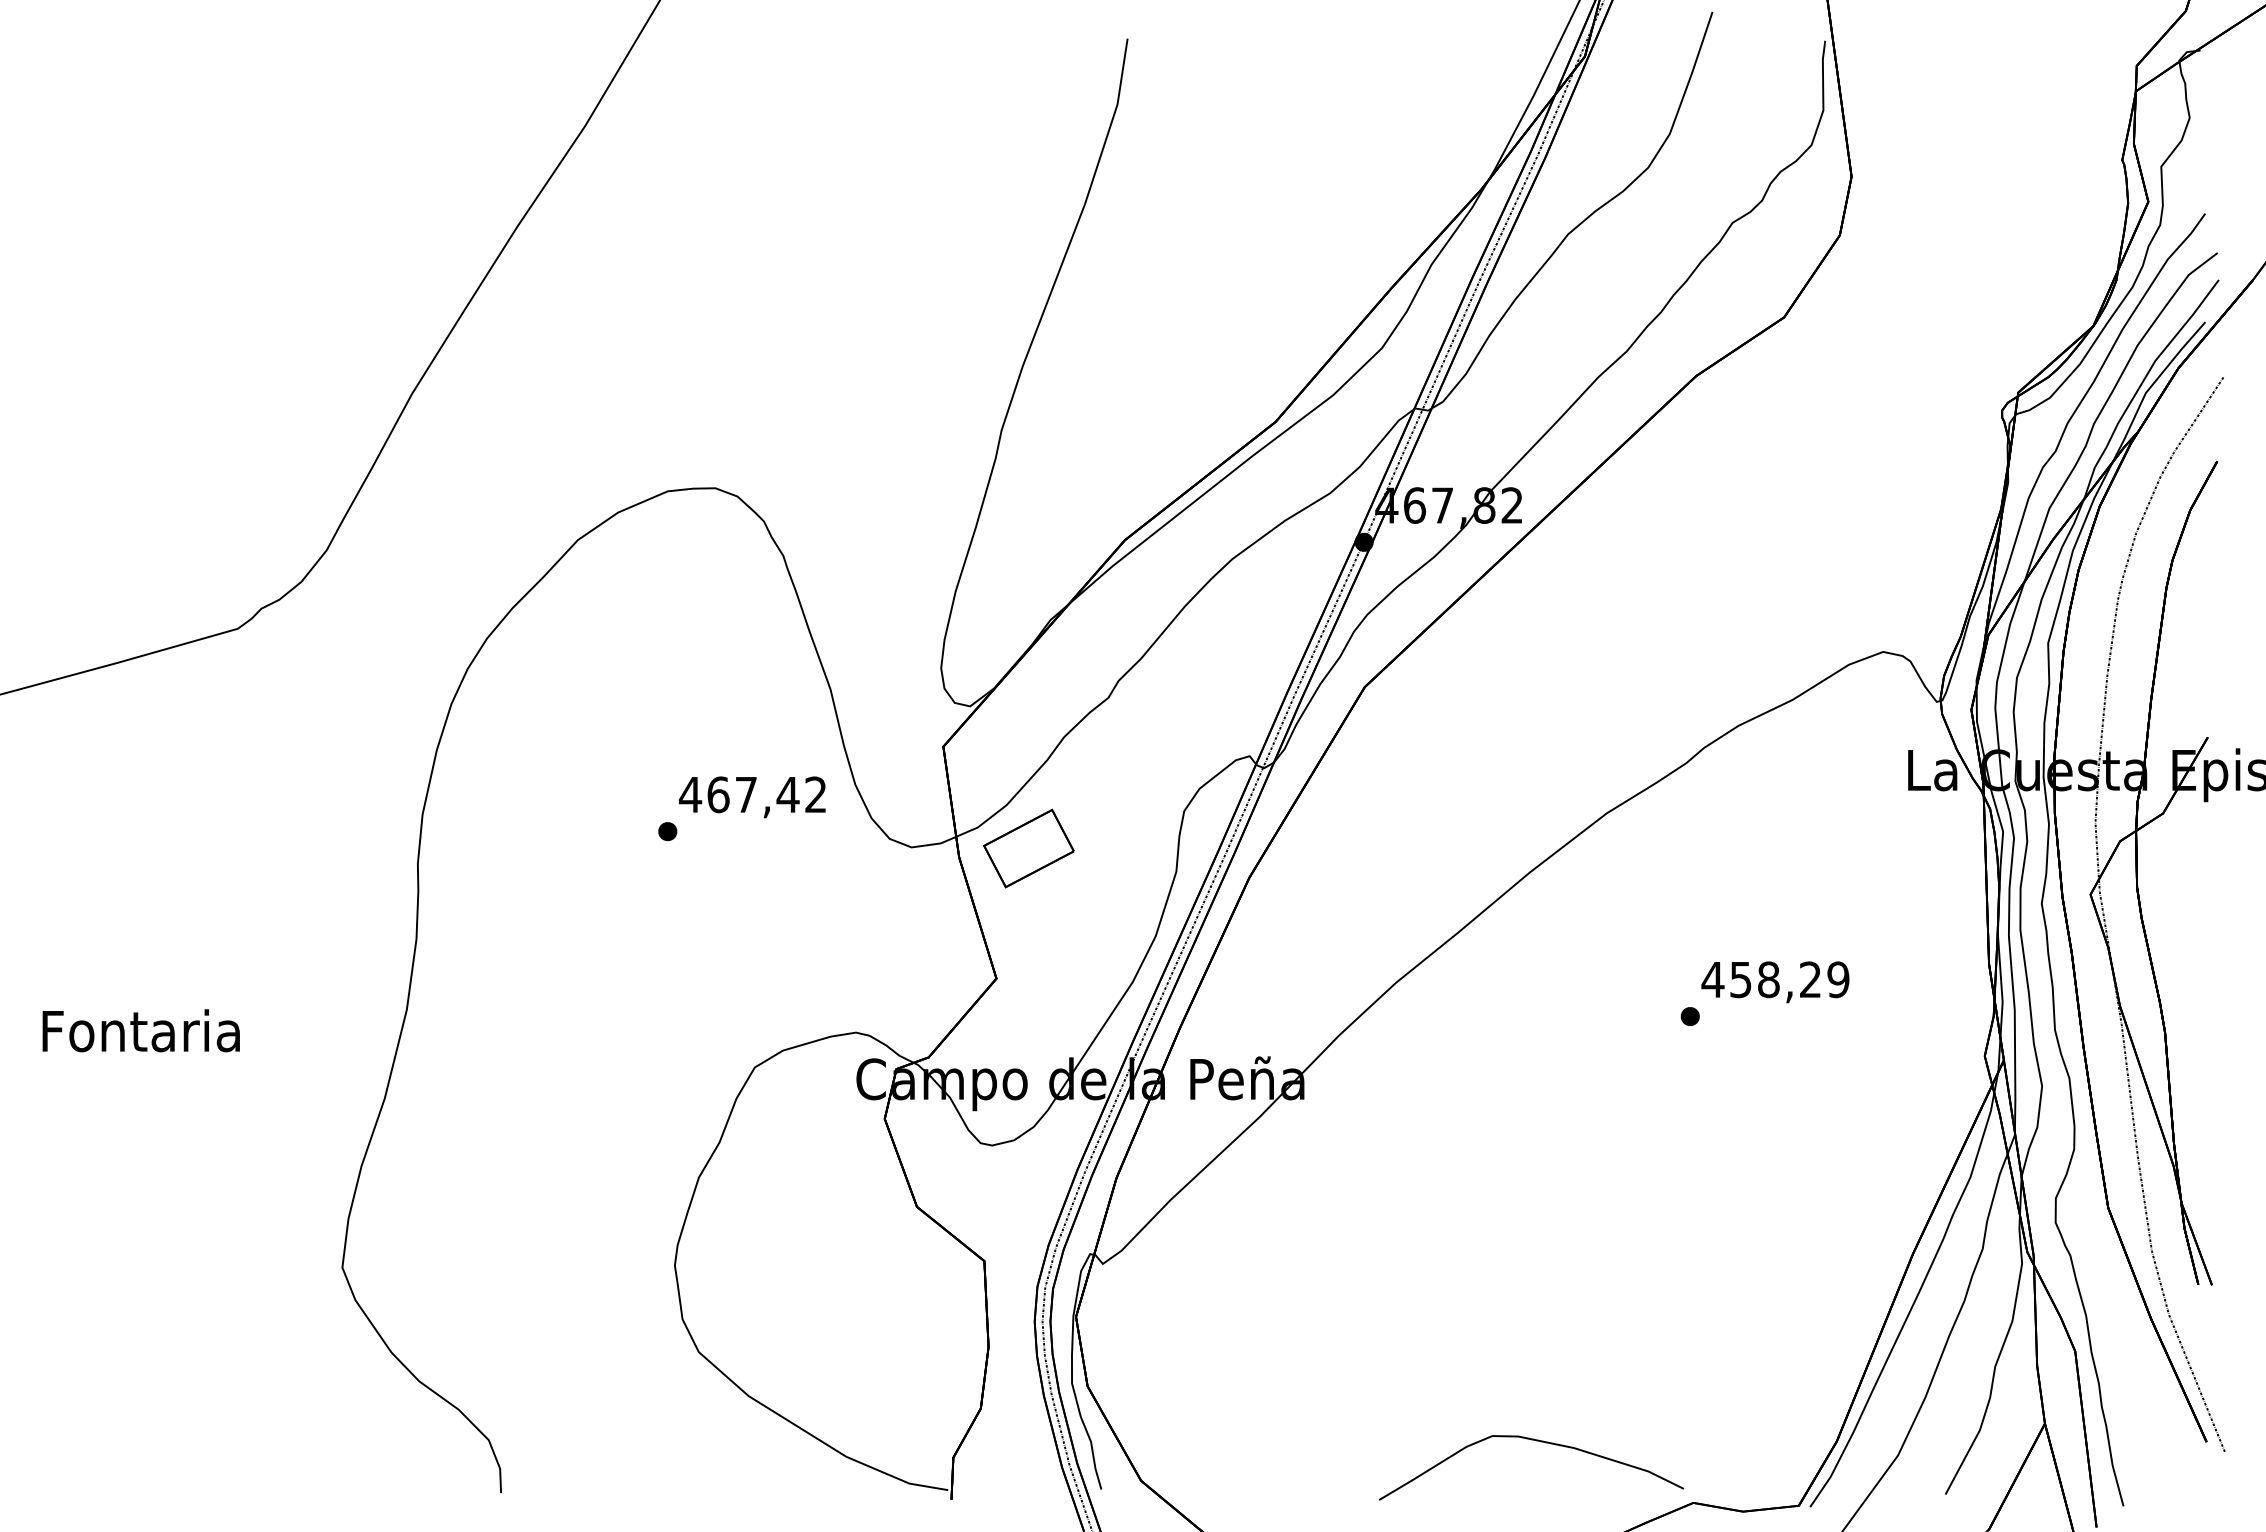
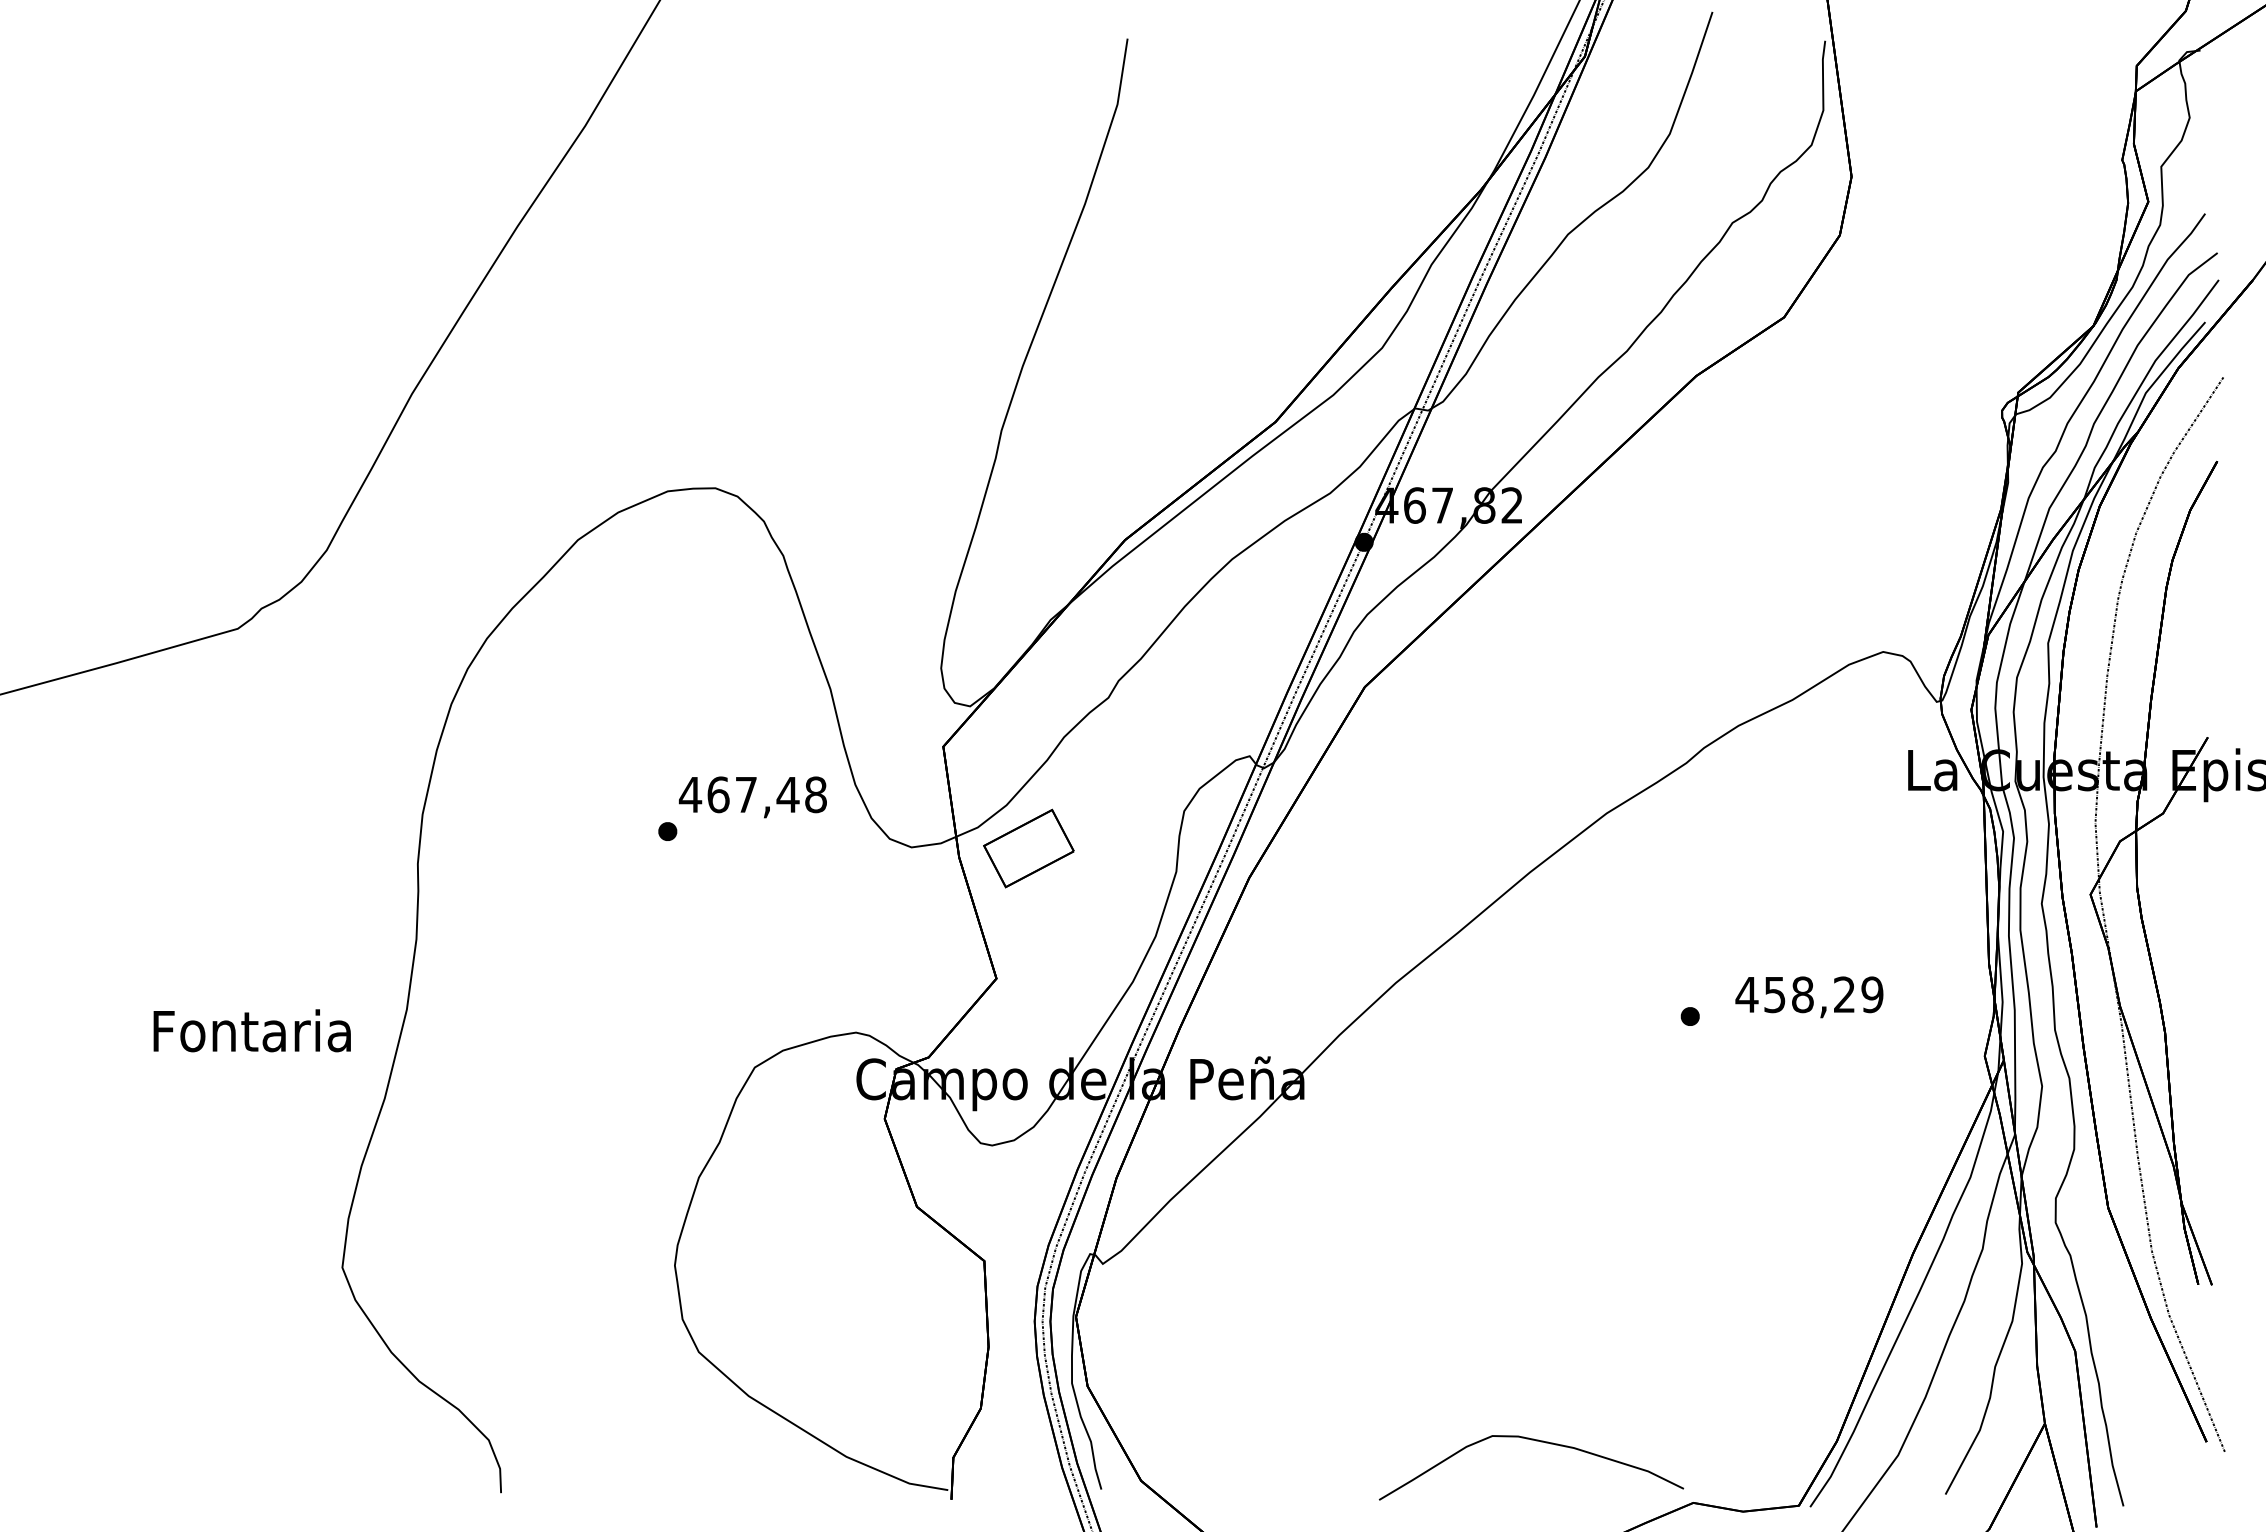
text at (815, 794): 467,42 -> 467,48
text at (1775, 982) position: (1775, 982) -> (1809, 997)
text at (140, 1030) position: (140, 1030) -> (251, 1030)
